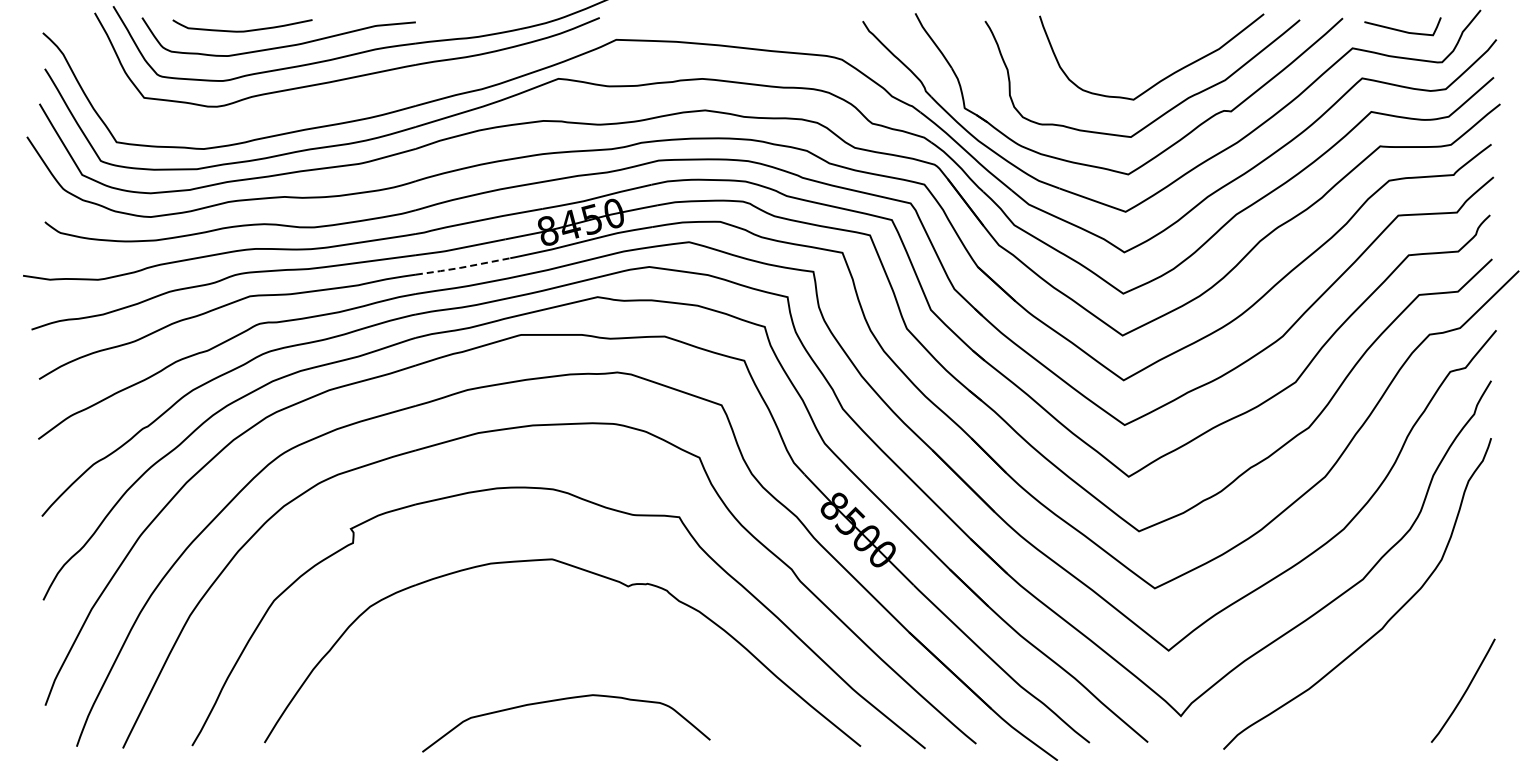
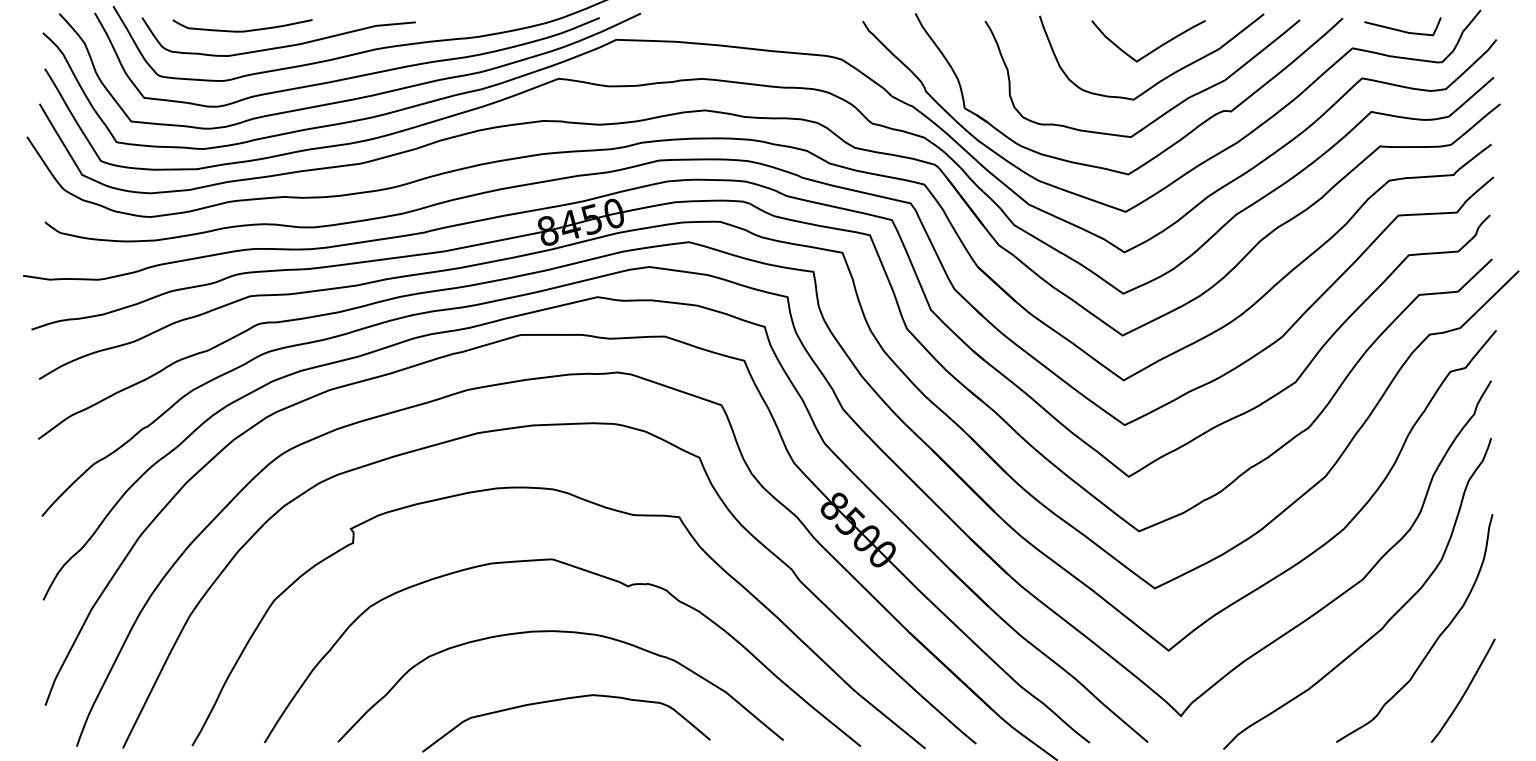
curve at (1153, 49): none -> present
part at (357, 97): none -> present
line at (463, 267): dashed -> solid
part at (560, 632): none -> present
curve at (1434, 641): none -> present
